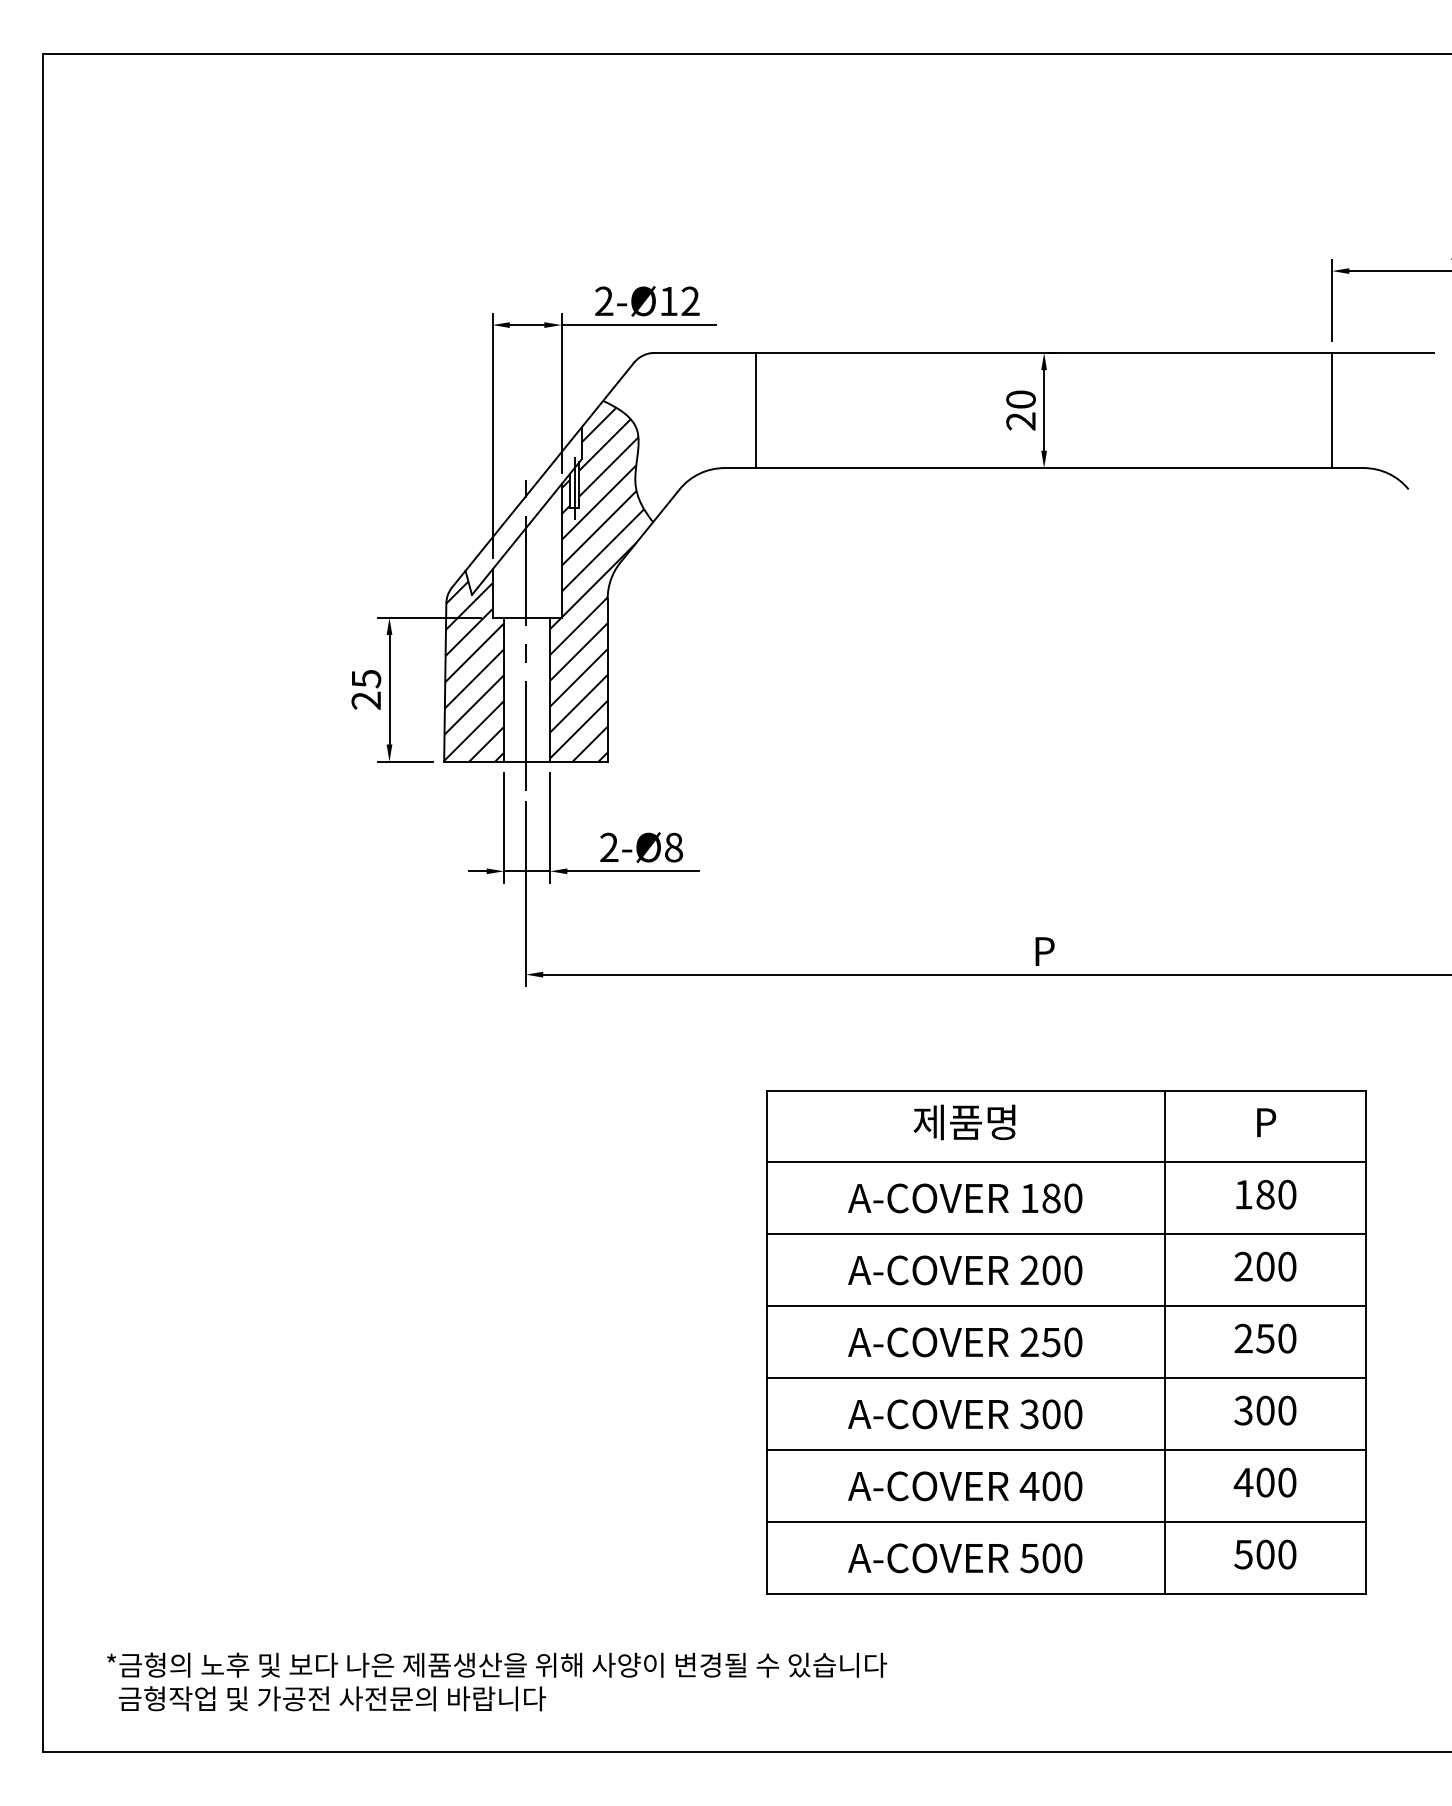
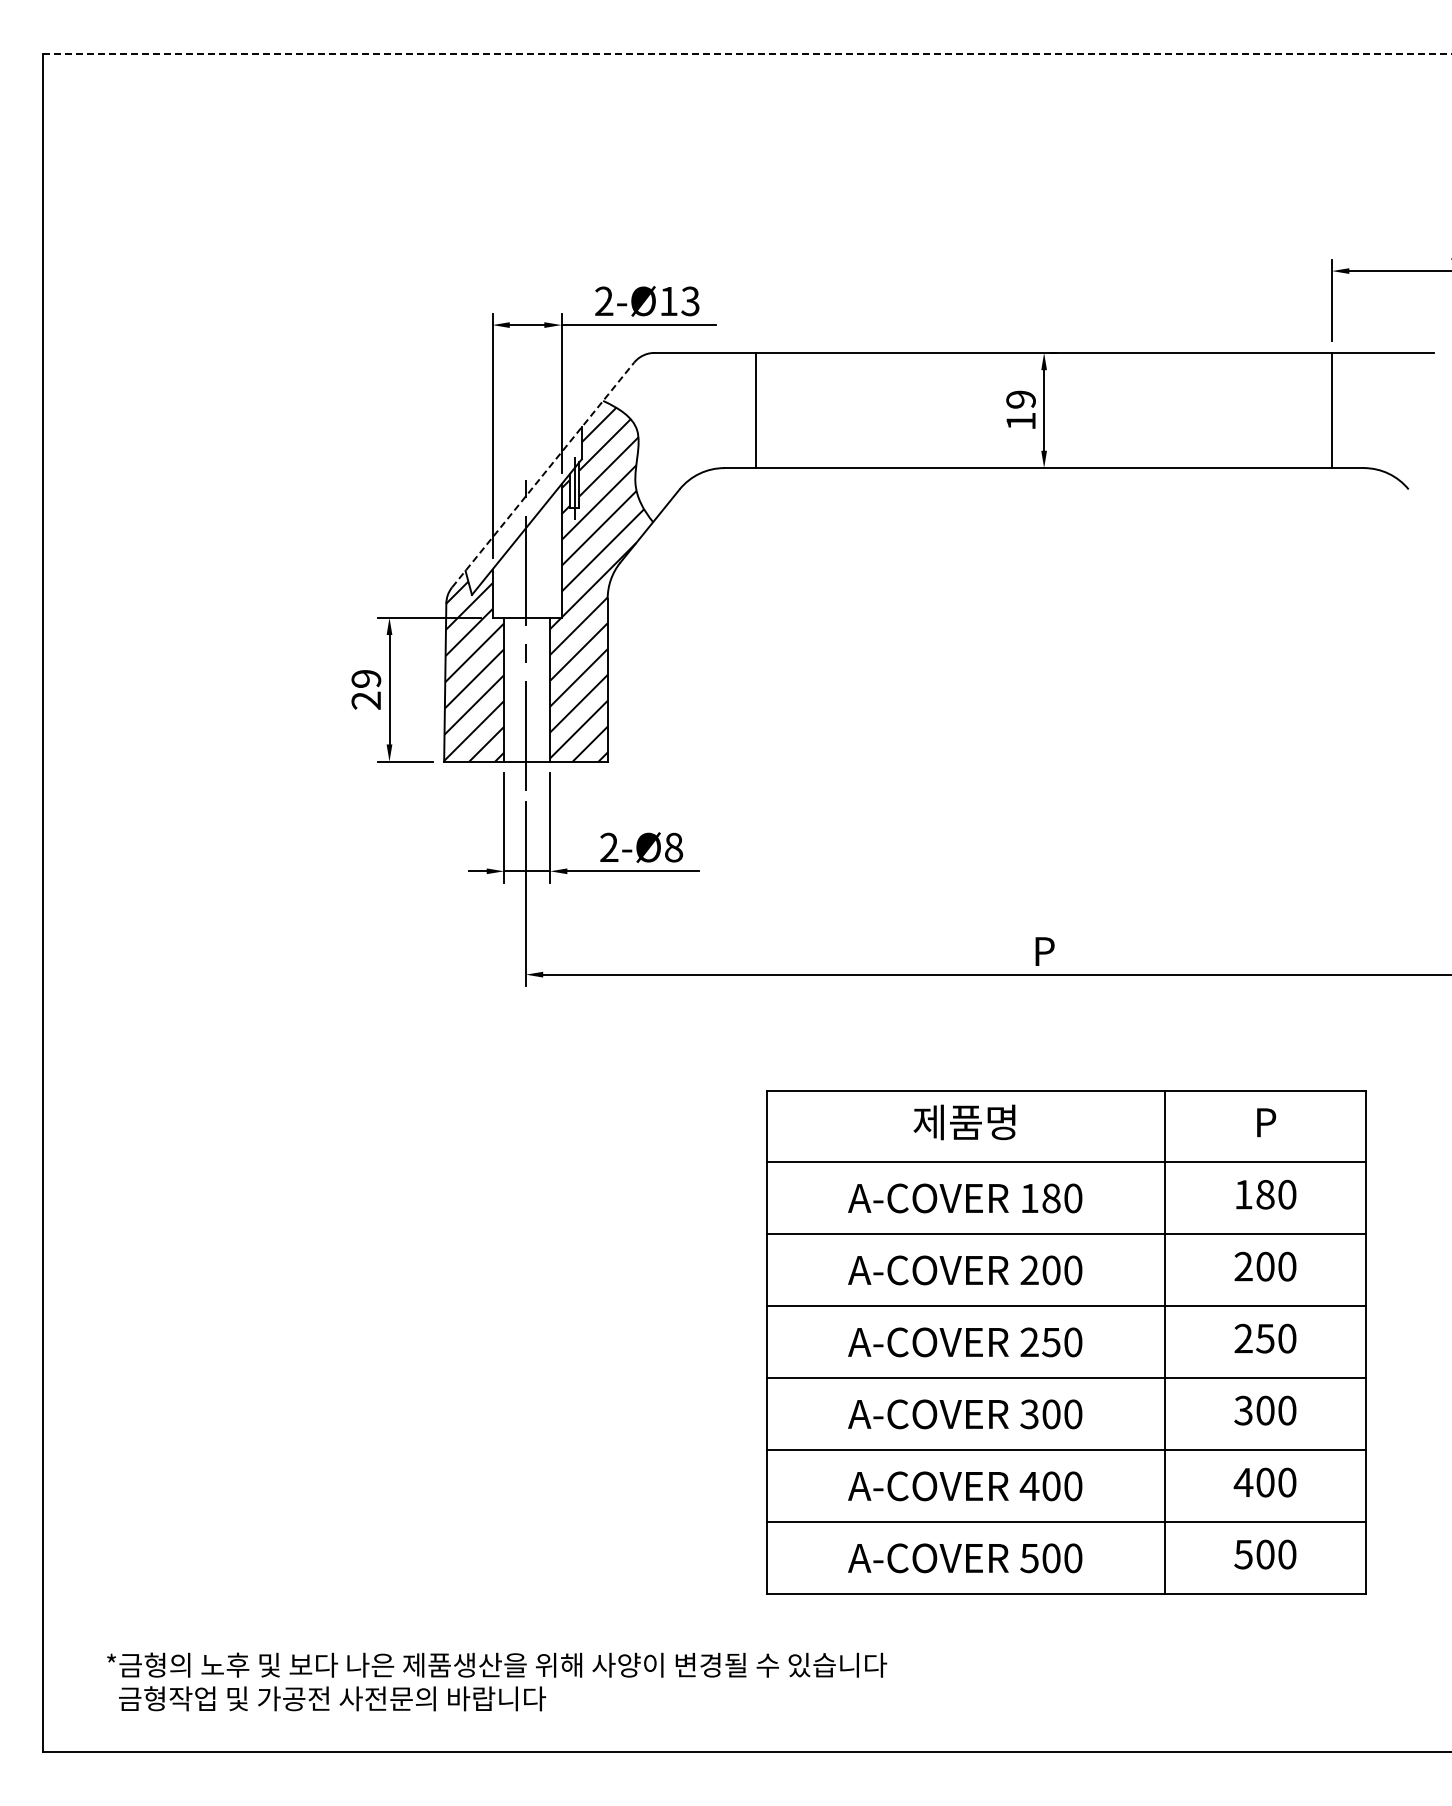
line at (748, 54): solid -> dashed
text at (690, 301): 2-Ø12 -> 2-Ø13
text at (1020, 410): 20 -> 19
line at (543, 475): solid -> dashed
text at (366, 679): 25 -> 29
